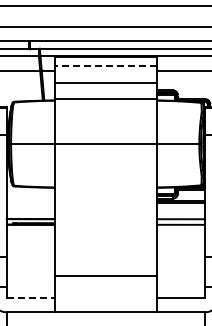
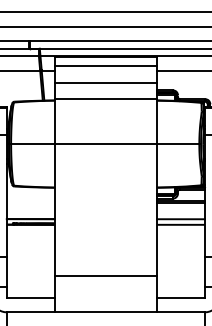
line at (105, 6) position: (105, 6) -> (105, 12)
line at (105, 66): dashed -> solid
line at (30, 297): dashed -> solid
